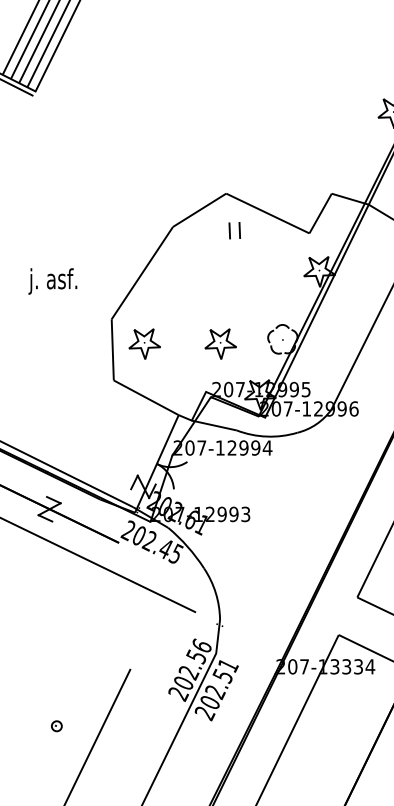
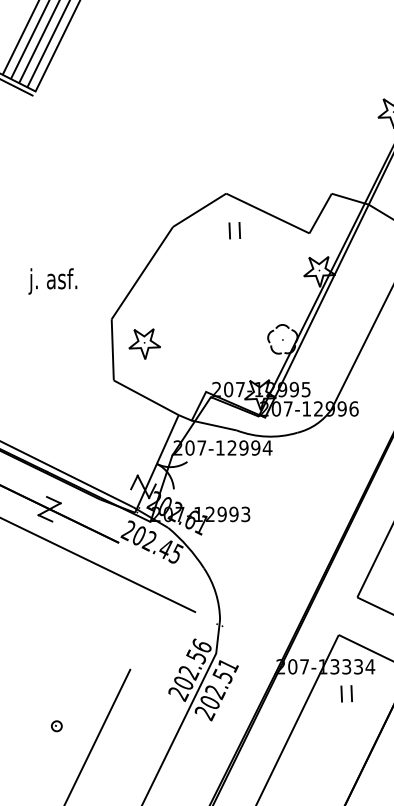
part at (220, 343): present -> none
part at (346, 693): none -> present
